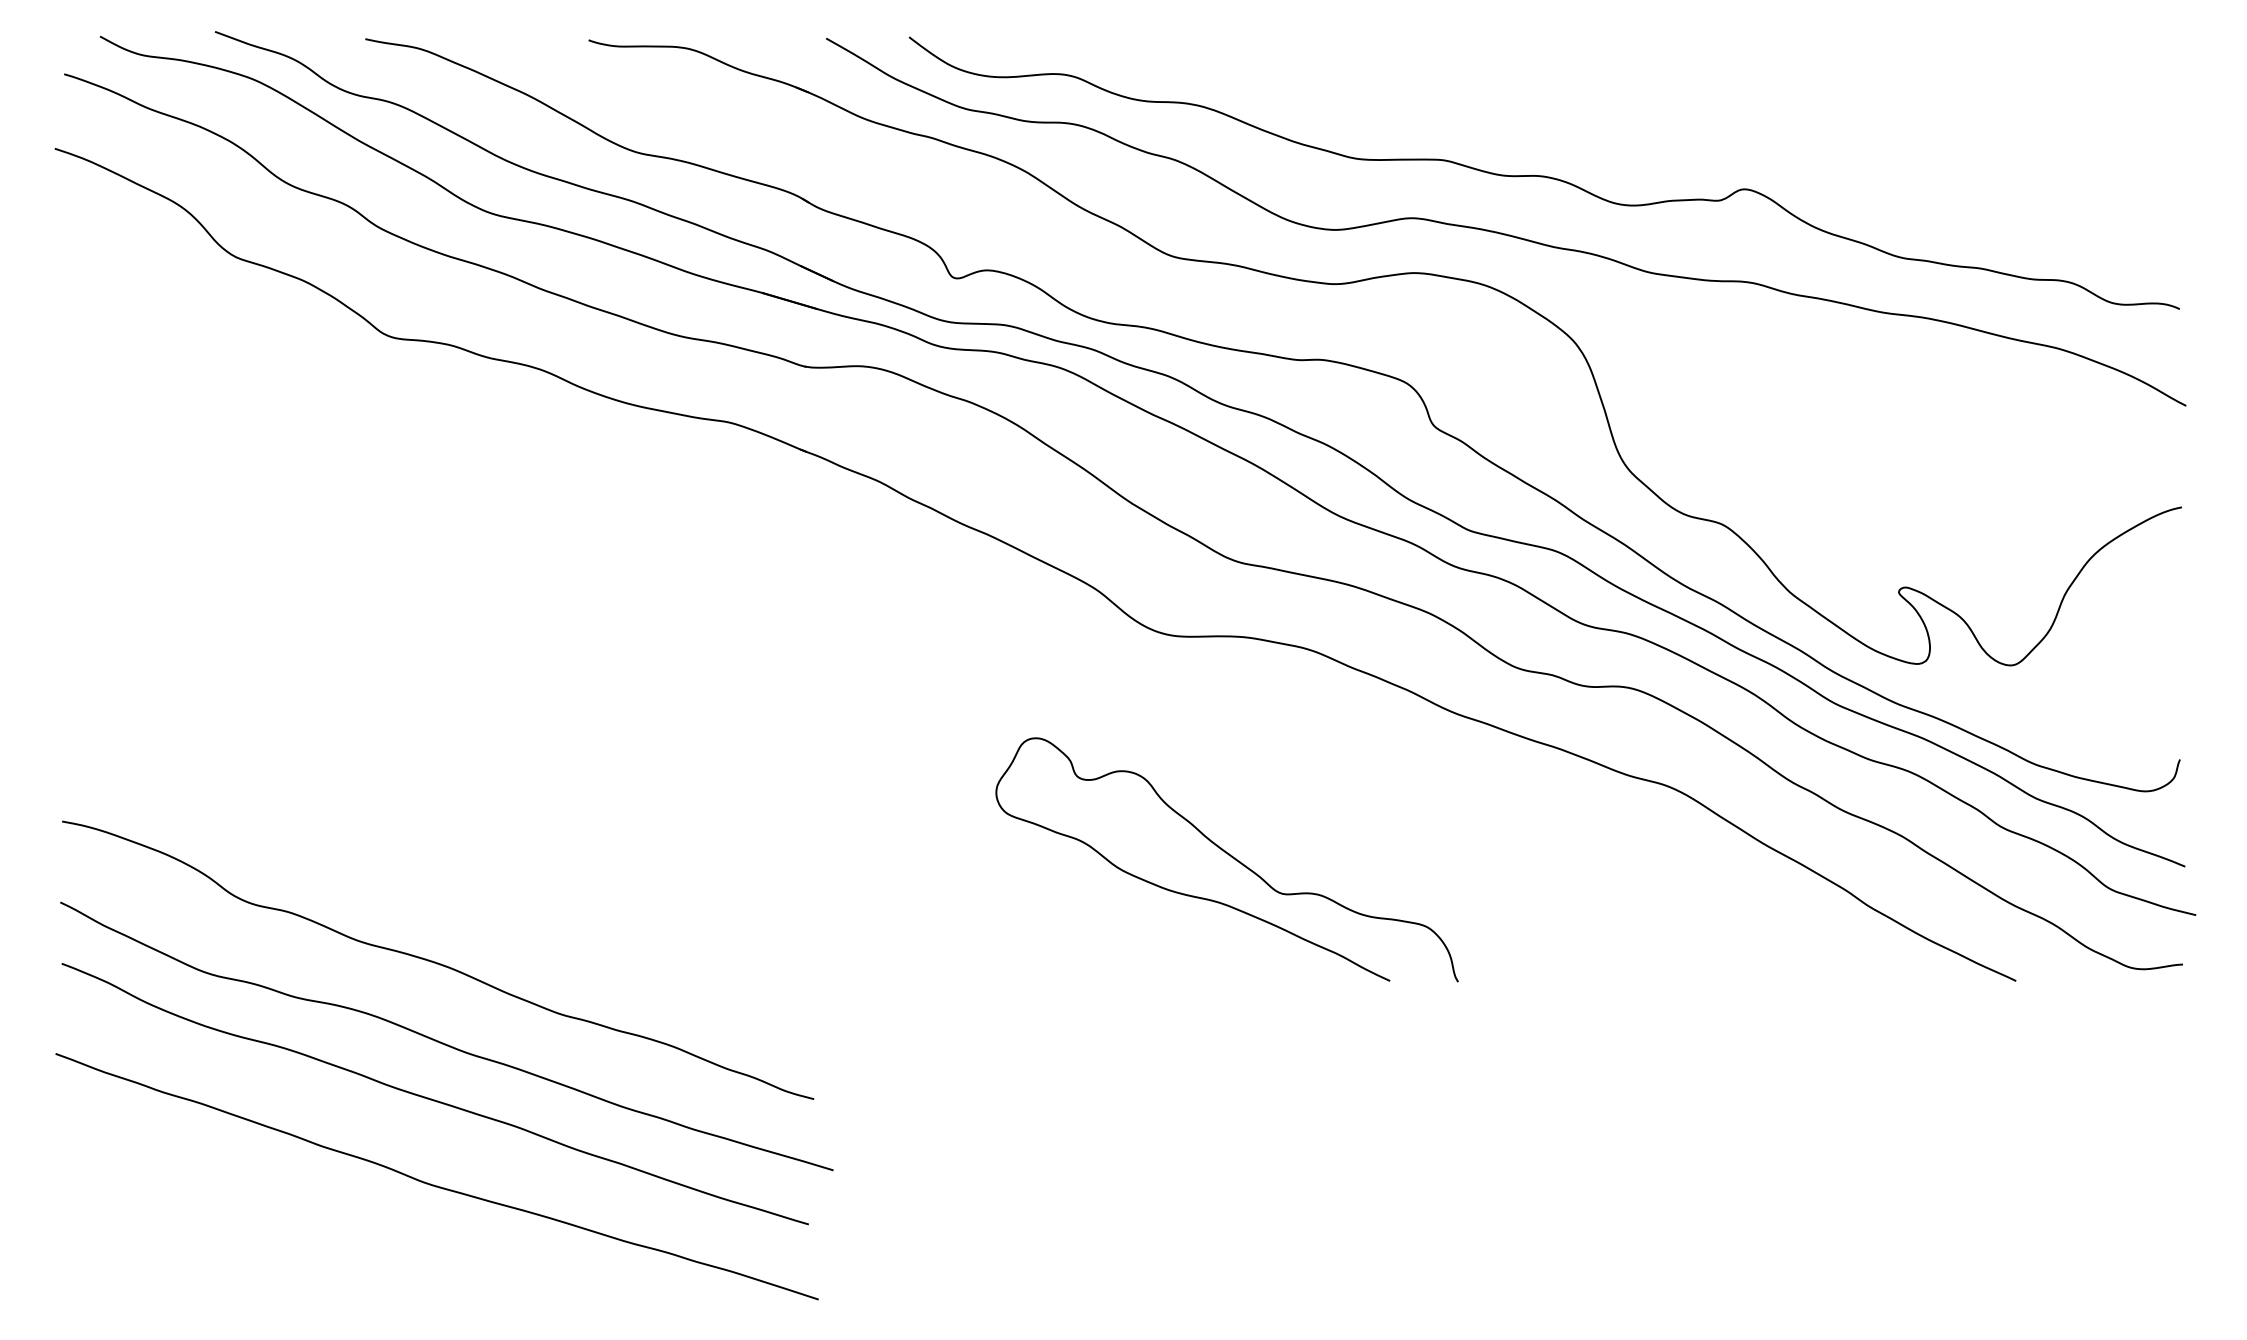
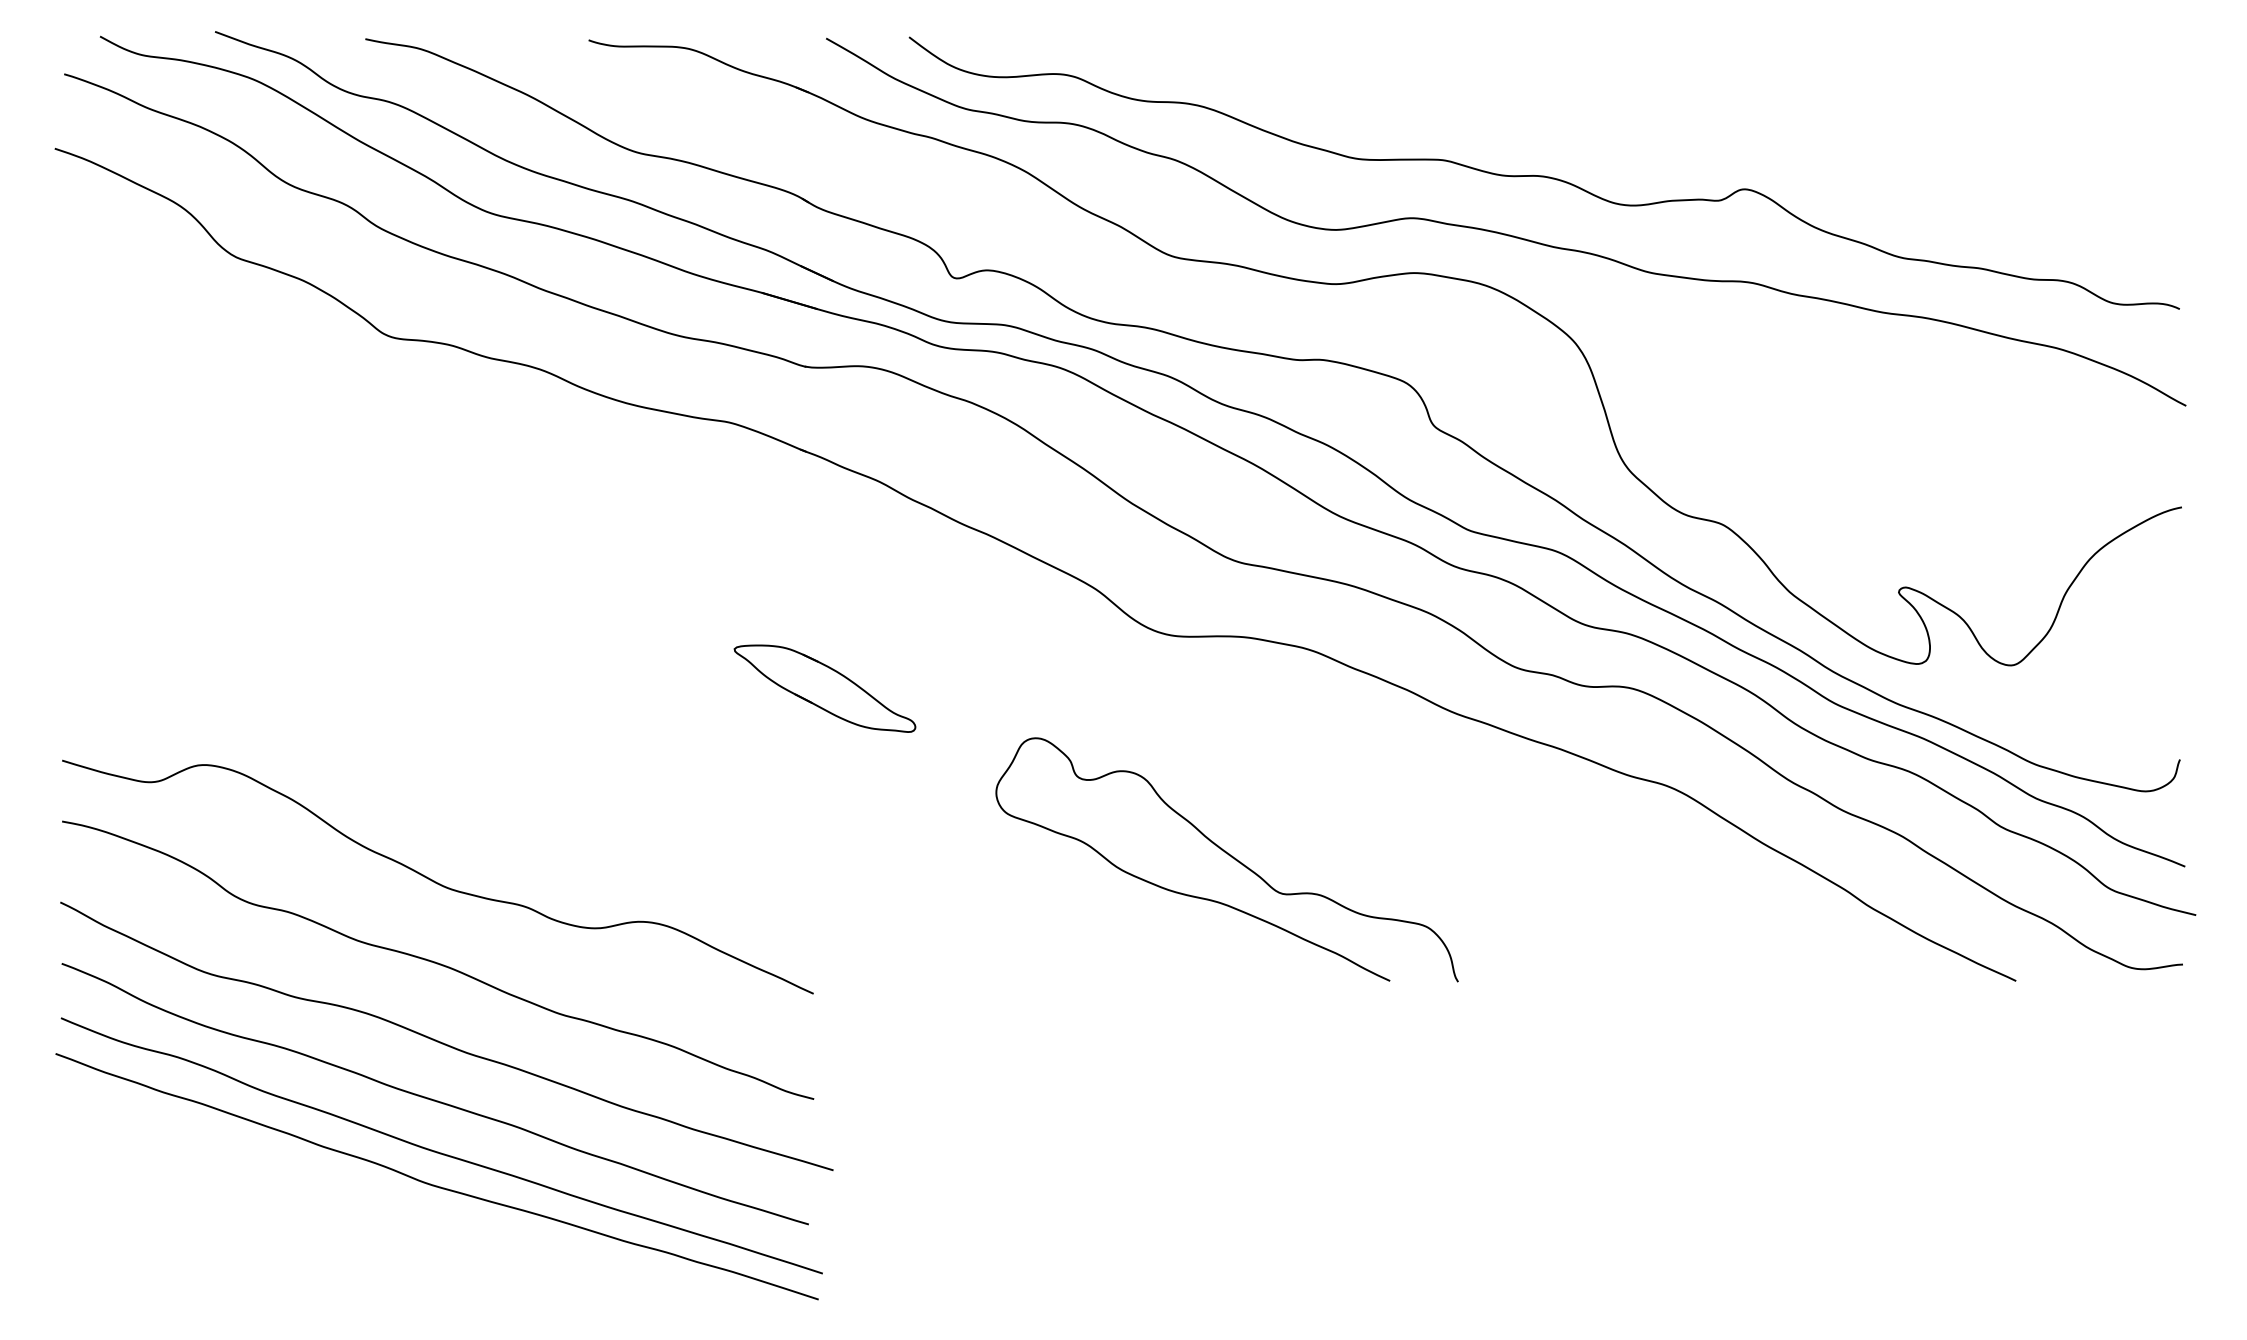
part at (824, 688): none -> present
curve at (434, 880): none -> present
curve at (438, 1151): none -> present
